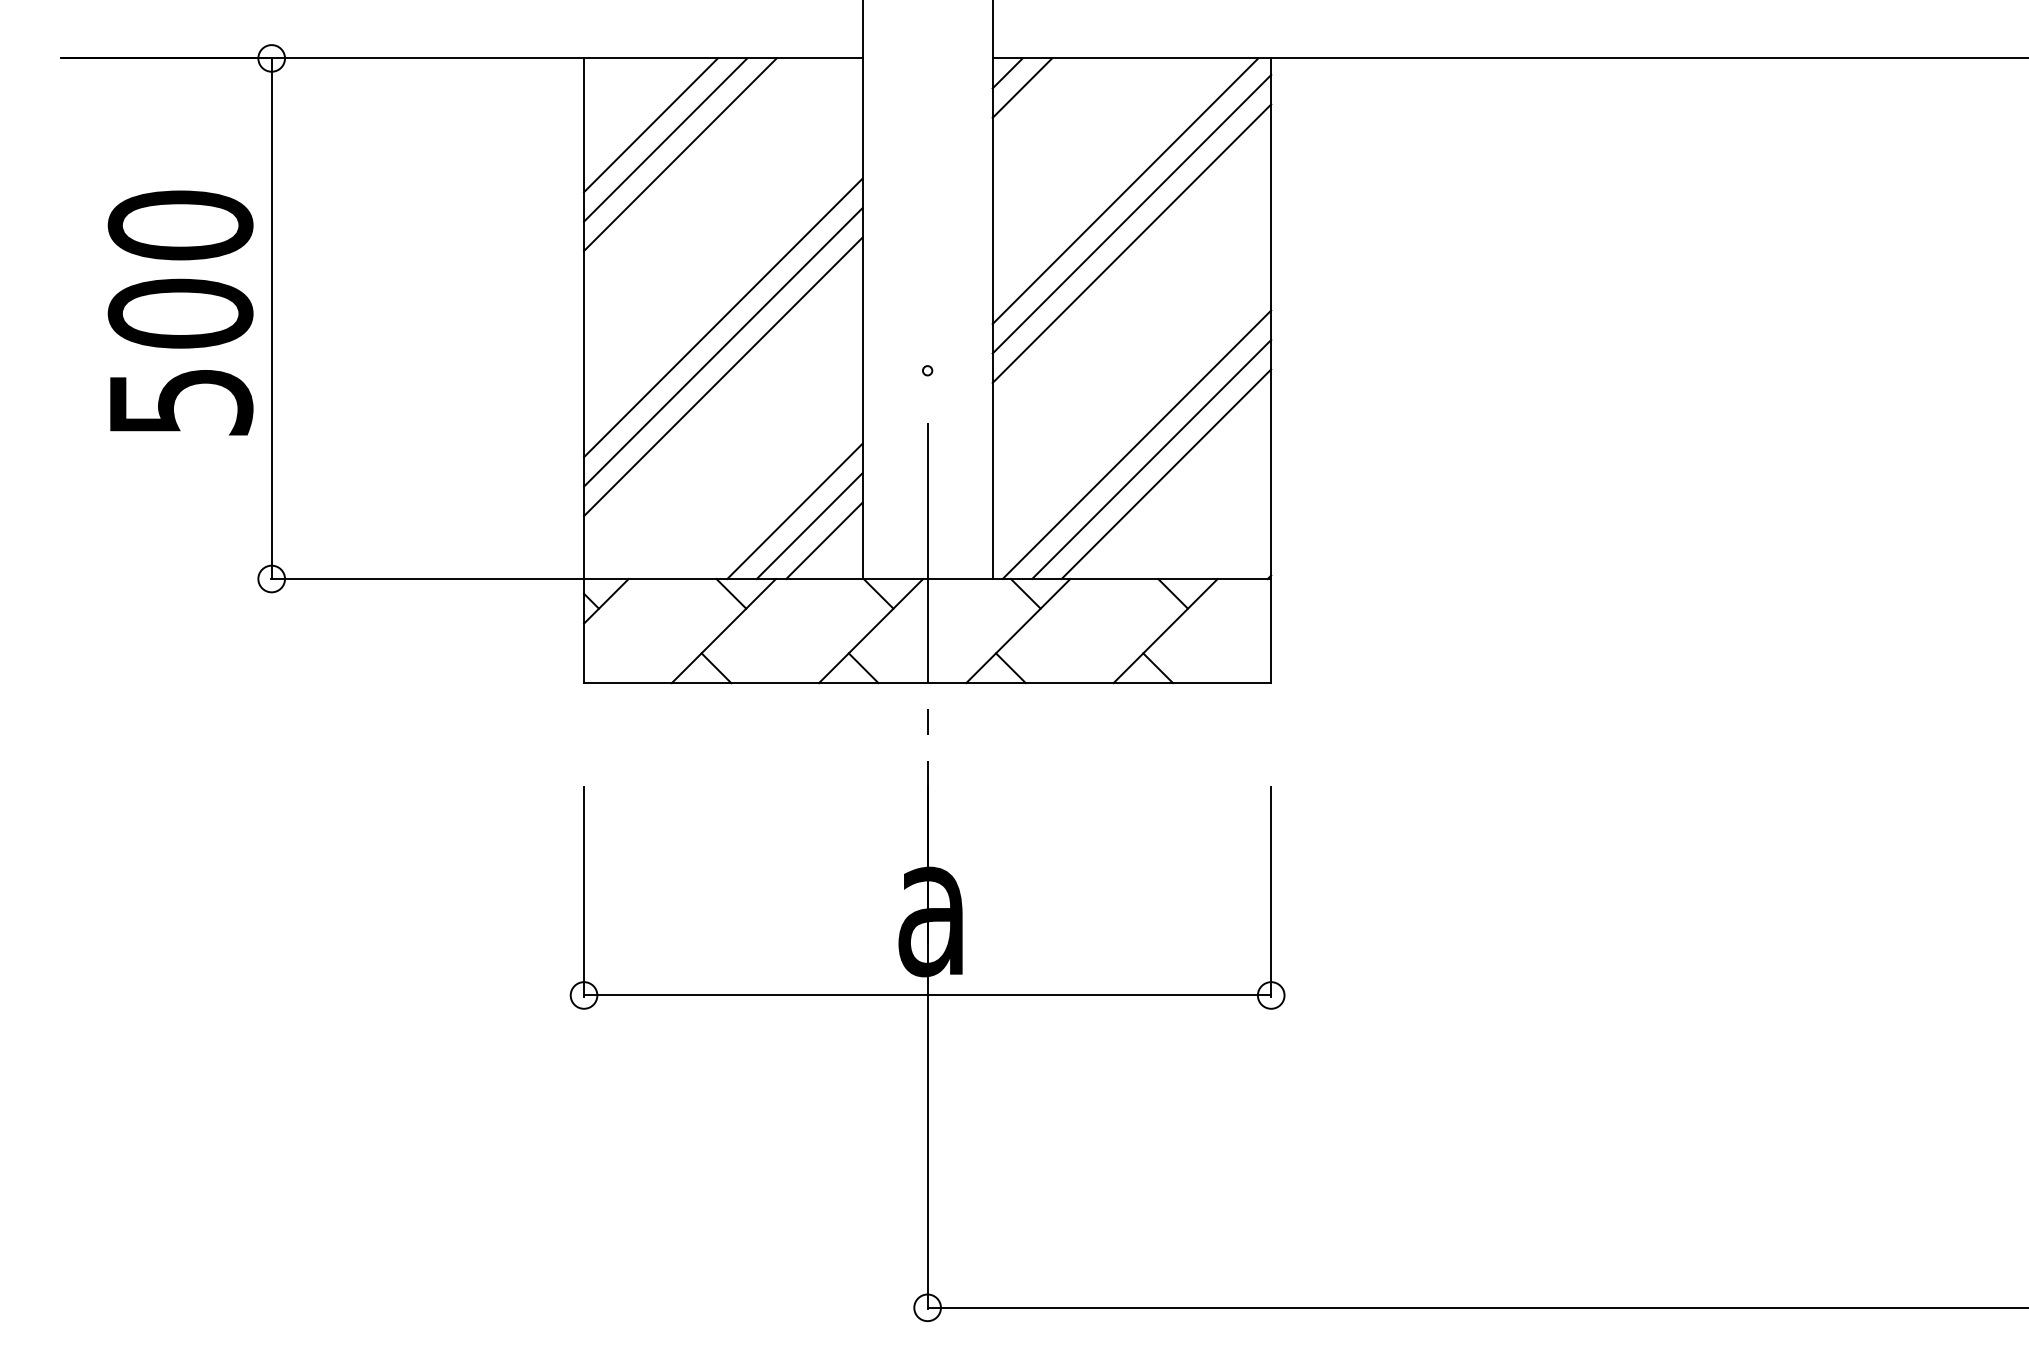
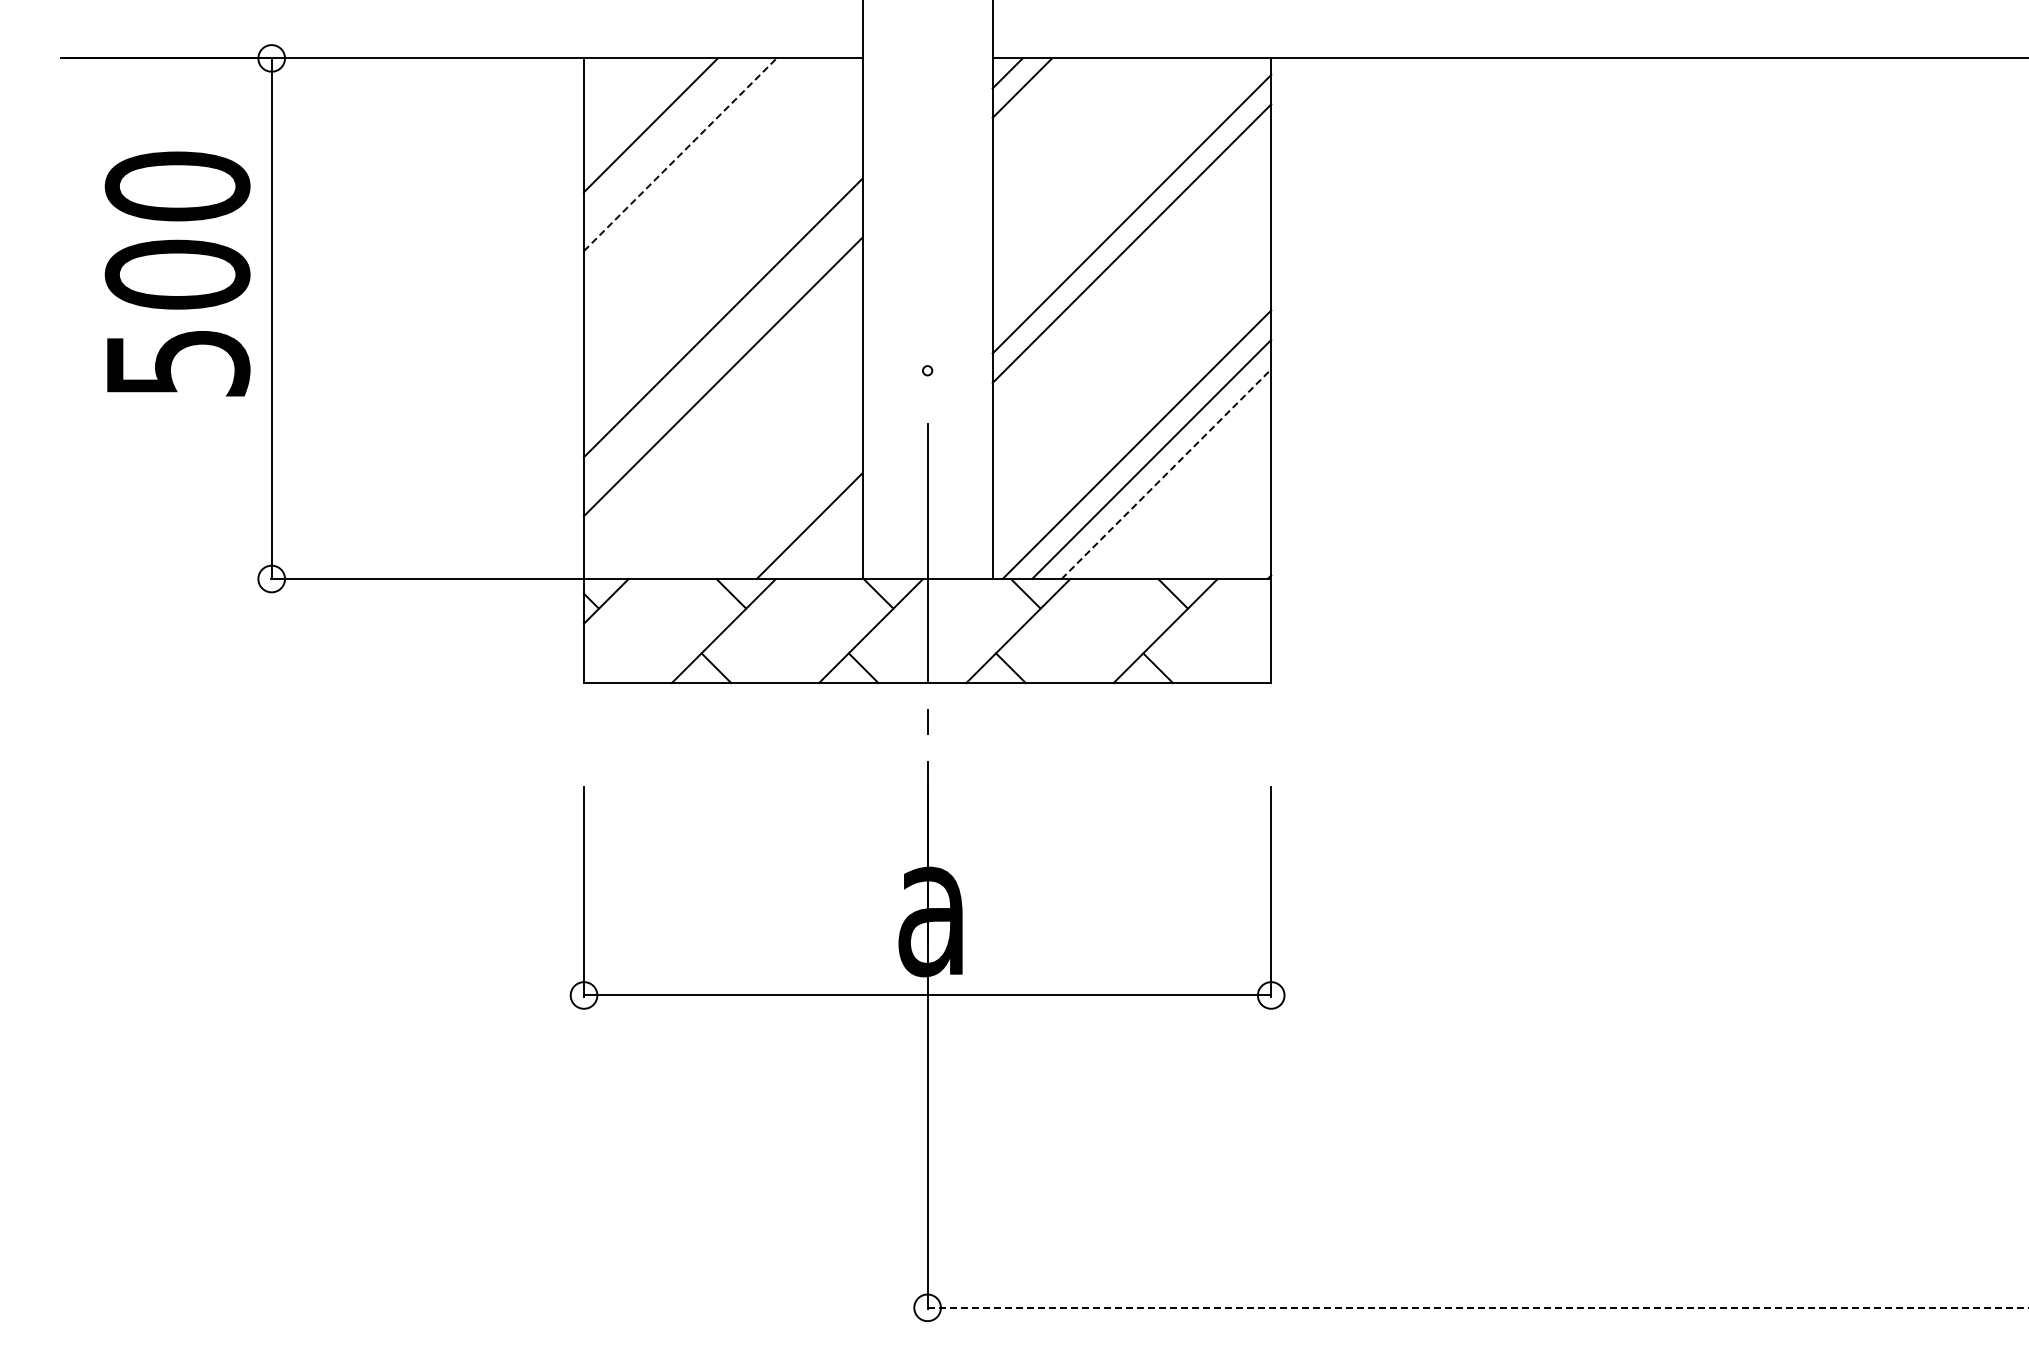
line at (665, 139): present -> none
line at (680, 154): solid -> dashed
line at (1125, 191): present -> none
text at (180, 312) position: (180, 312) -> (177, 273)
line at (723, 347): present -> none
line at (1166, 473): solid -> dashed
line at (794, 511): present -> none
line at (824, 540): present -> none
line at (1478, 1307): solid -> dashed
